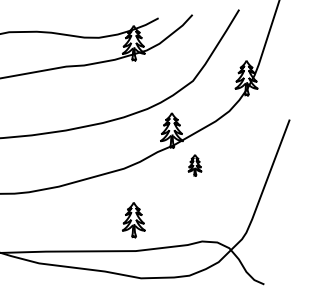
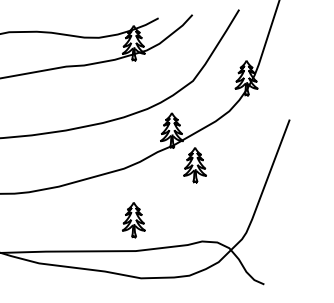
part at (194, 165) size: 16x23 px -> 24x37 px
